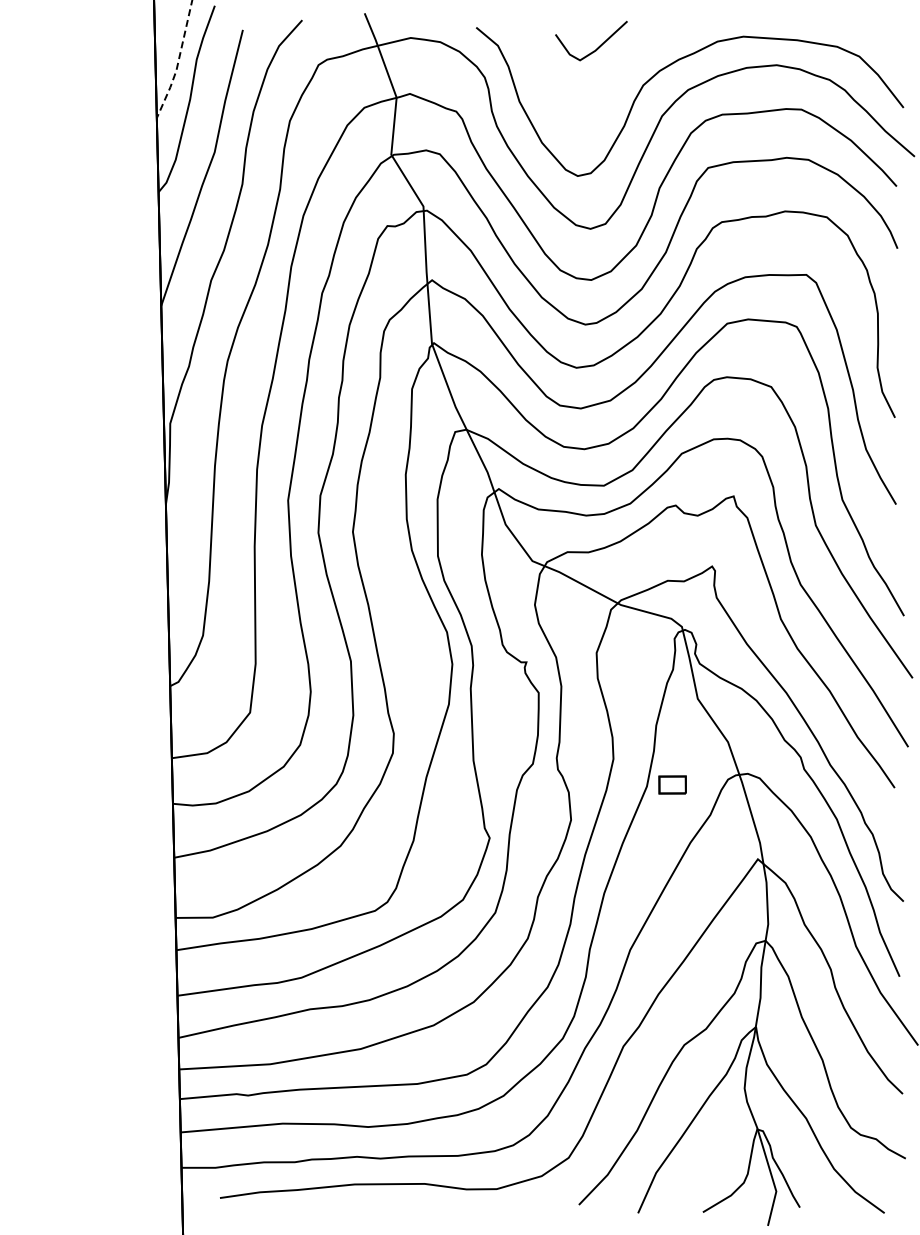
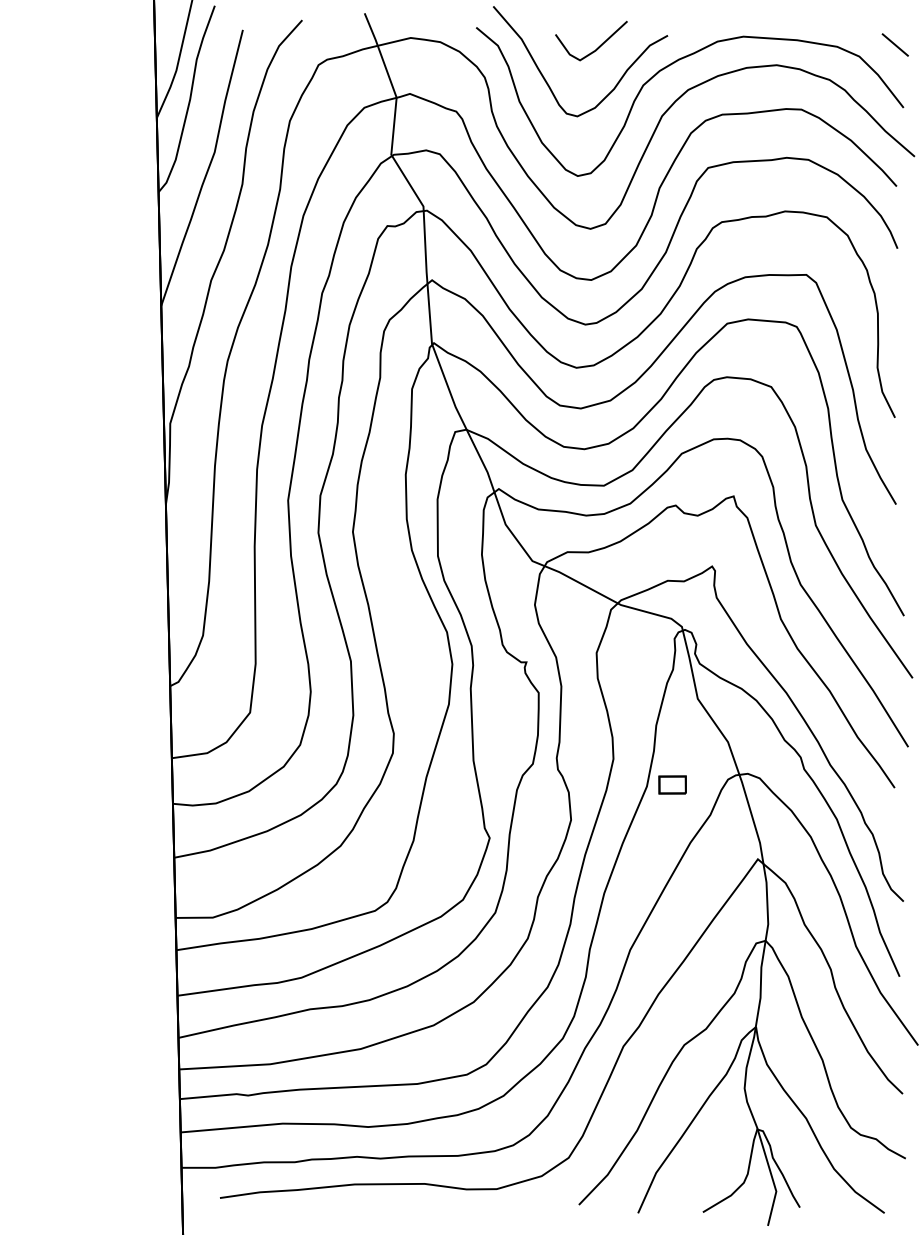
line at (894, 44): none -> present
line at (178, 61): dashed -> solid
curve at (548, 83): none -> present
